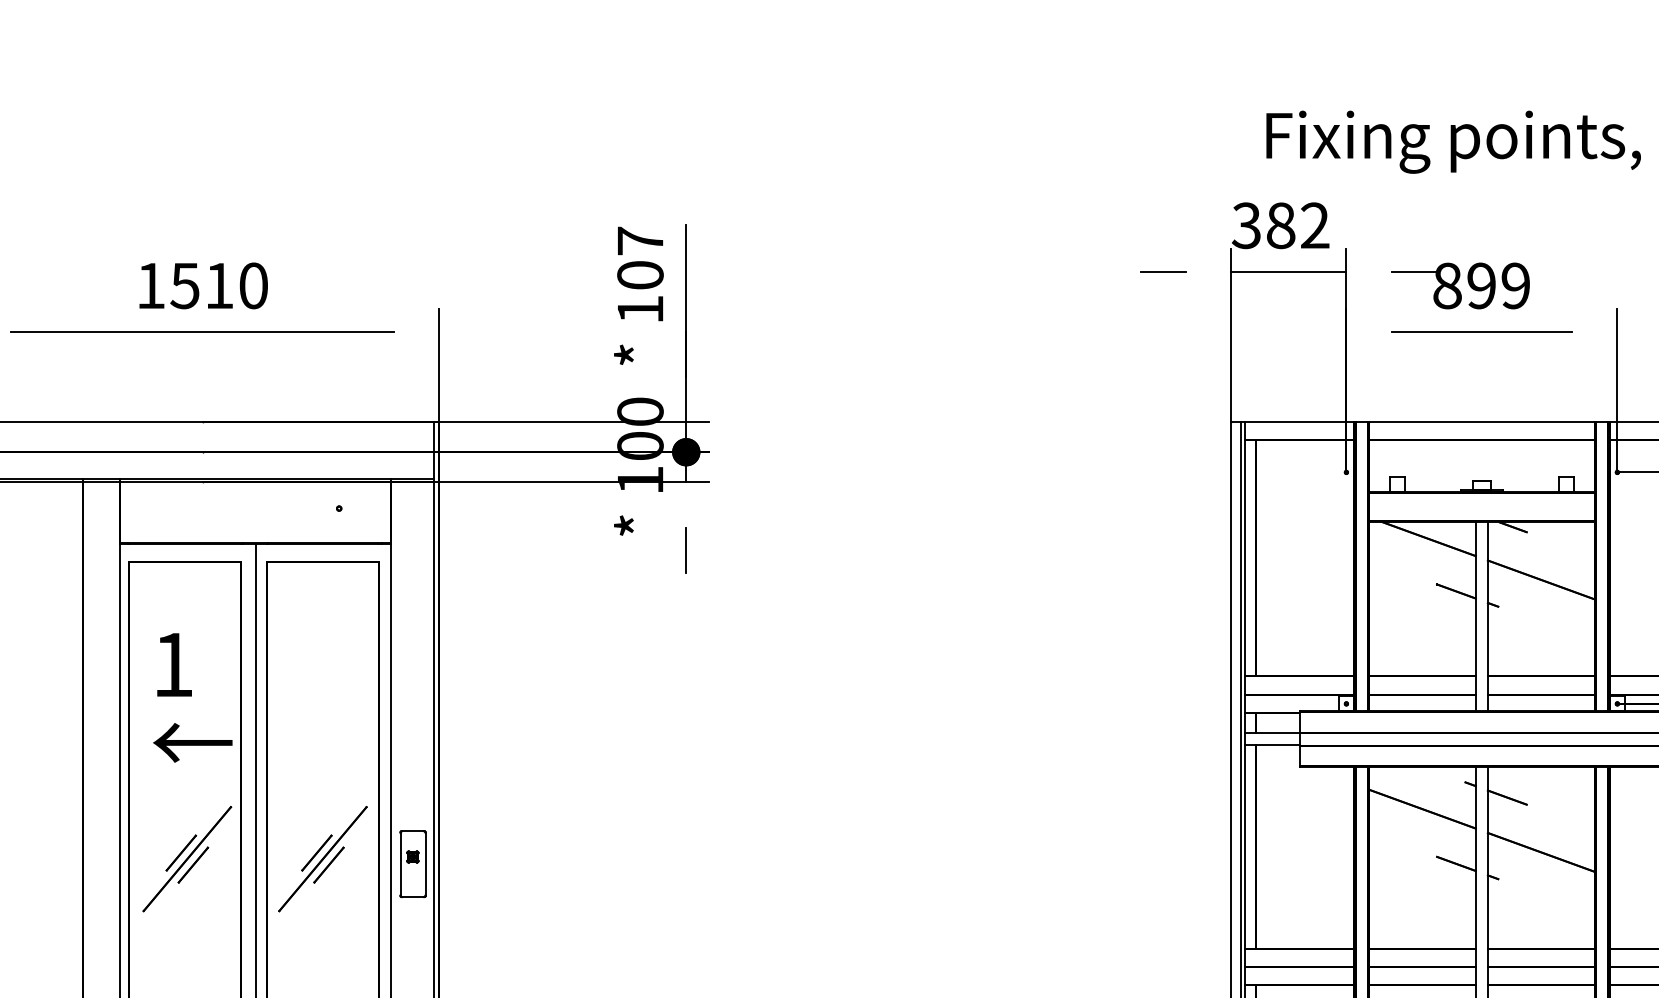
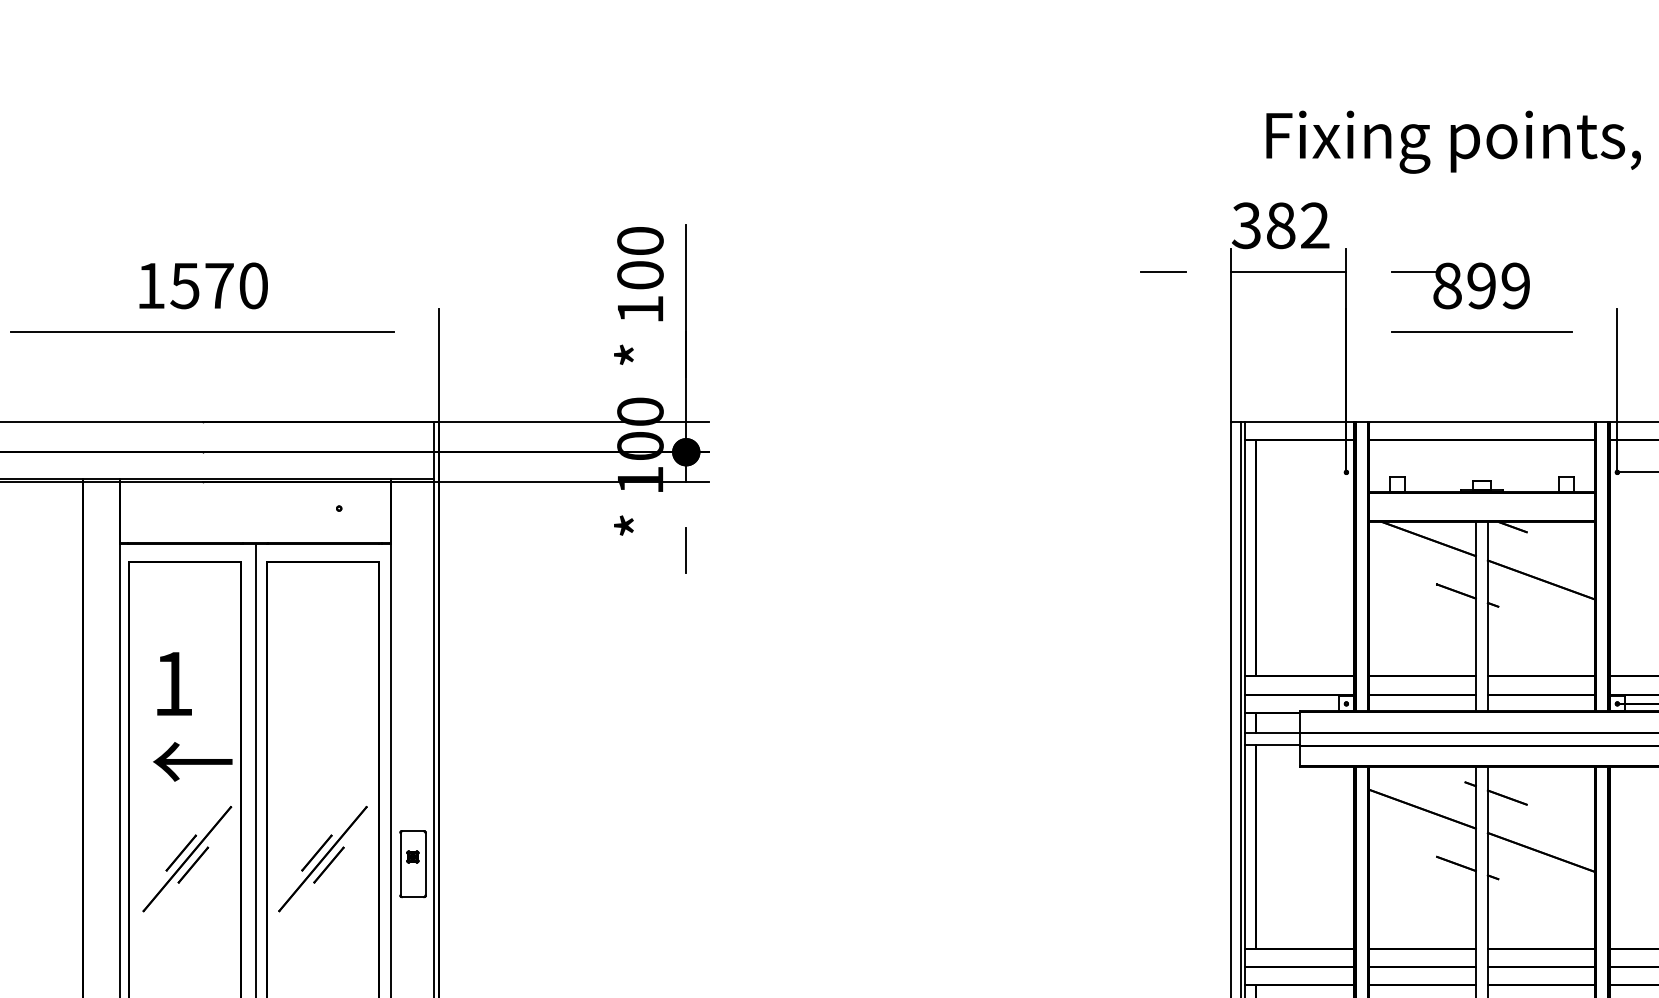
text at (640, 240): 107 -> 100
text at (219, 285): 1510 -> 1570
text at (192, 697) position: (192, 697) -> (192, 716)
